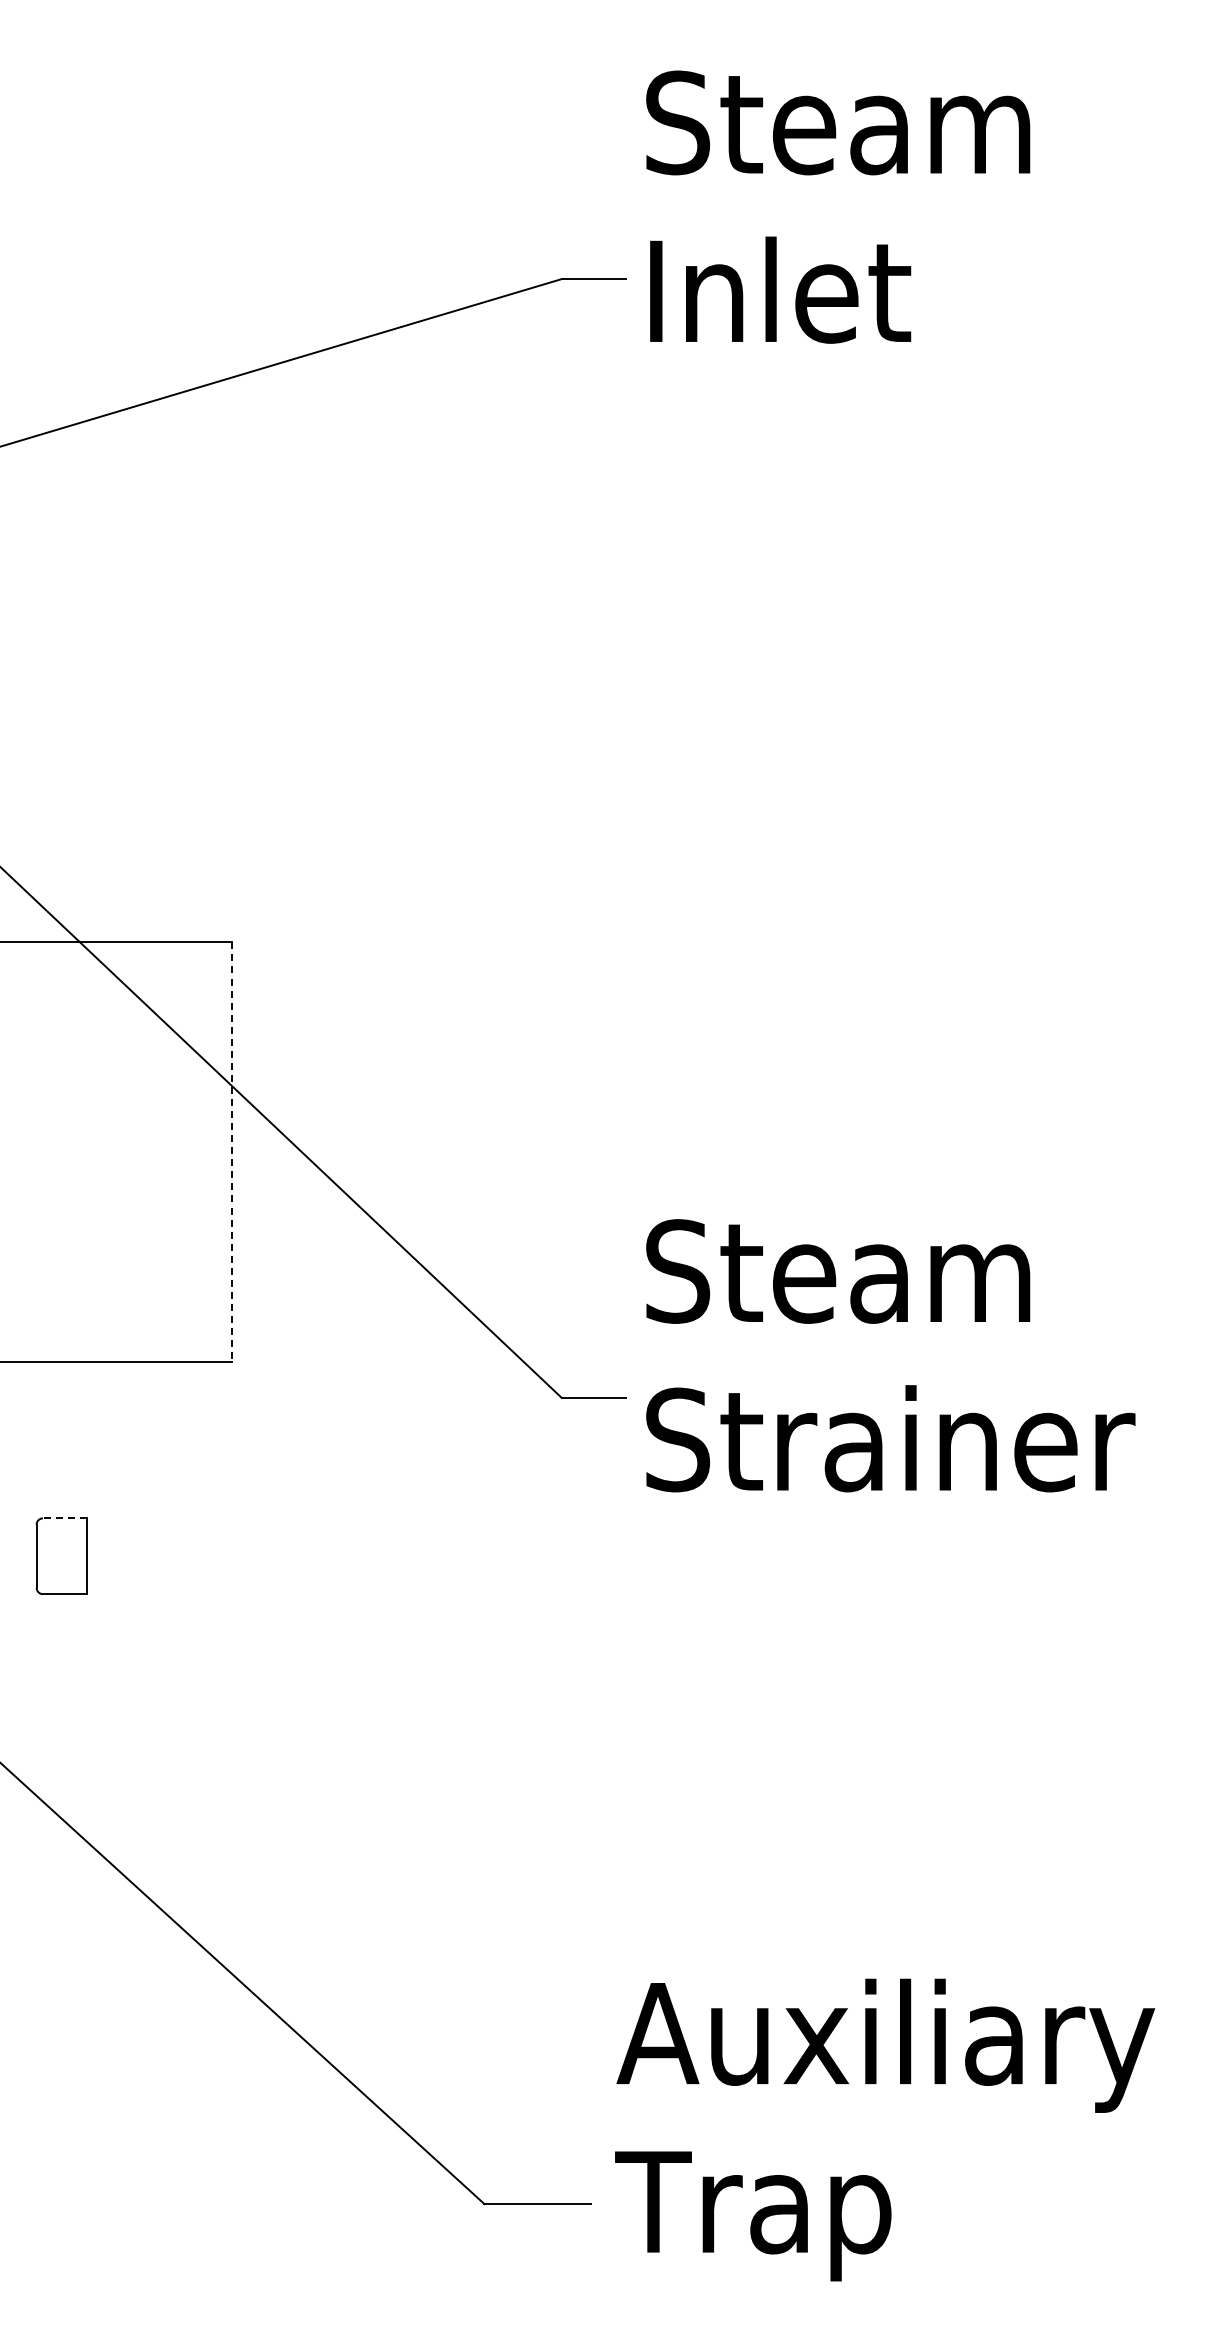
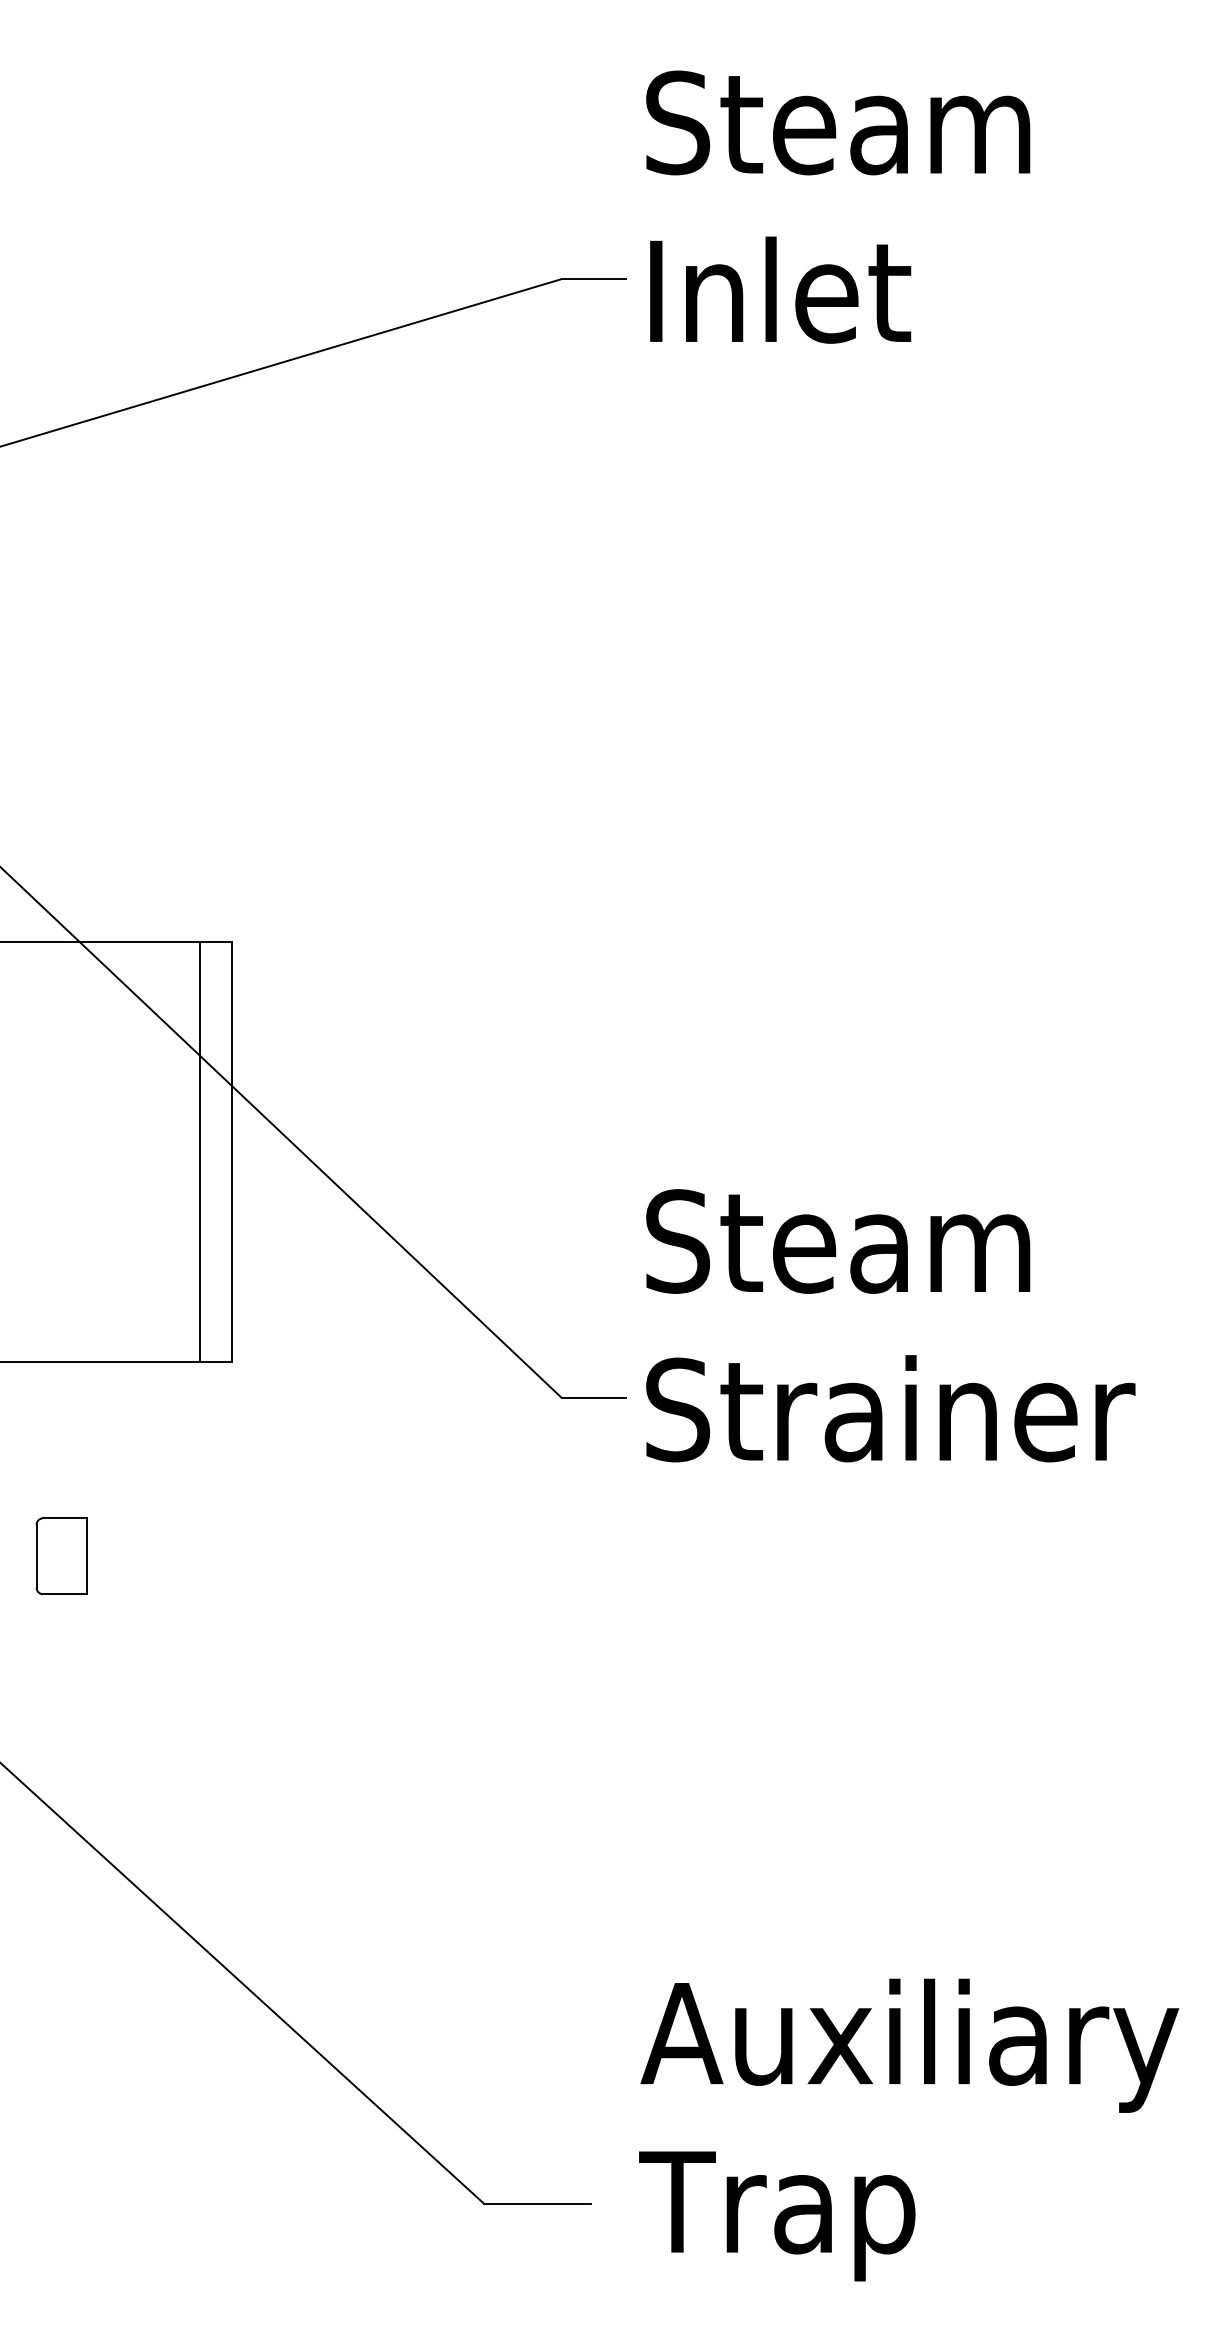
line at (199, 1152): none -> present
line at (231, 1152): dashed -> solid
text at (890, 1355) position: (890, 1355) -> (890, 1325)
line at (64, 1518): dashed -> solid
text at (885, 2129) position: (885, 2129) -> (909, 2129)
